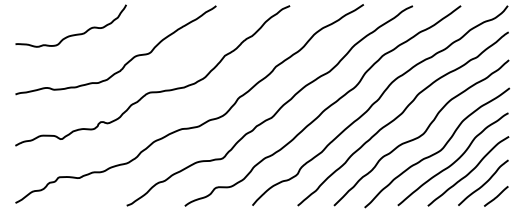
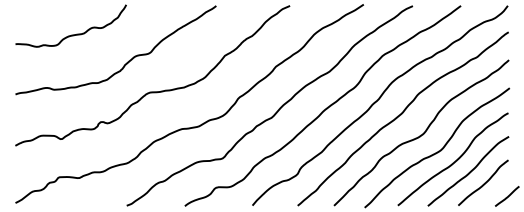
line at (496, 196) position: (496, 196) -> (507, 196)
